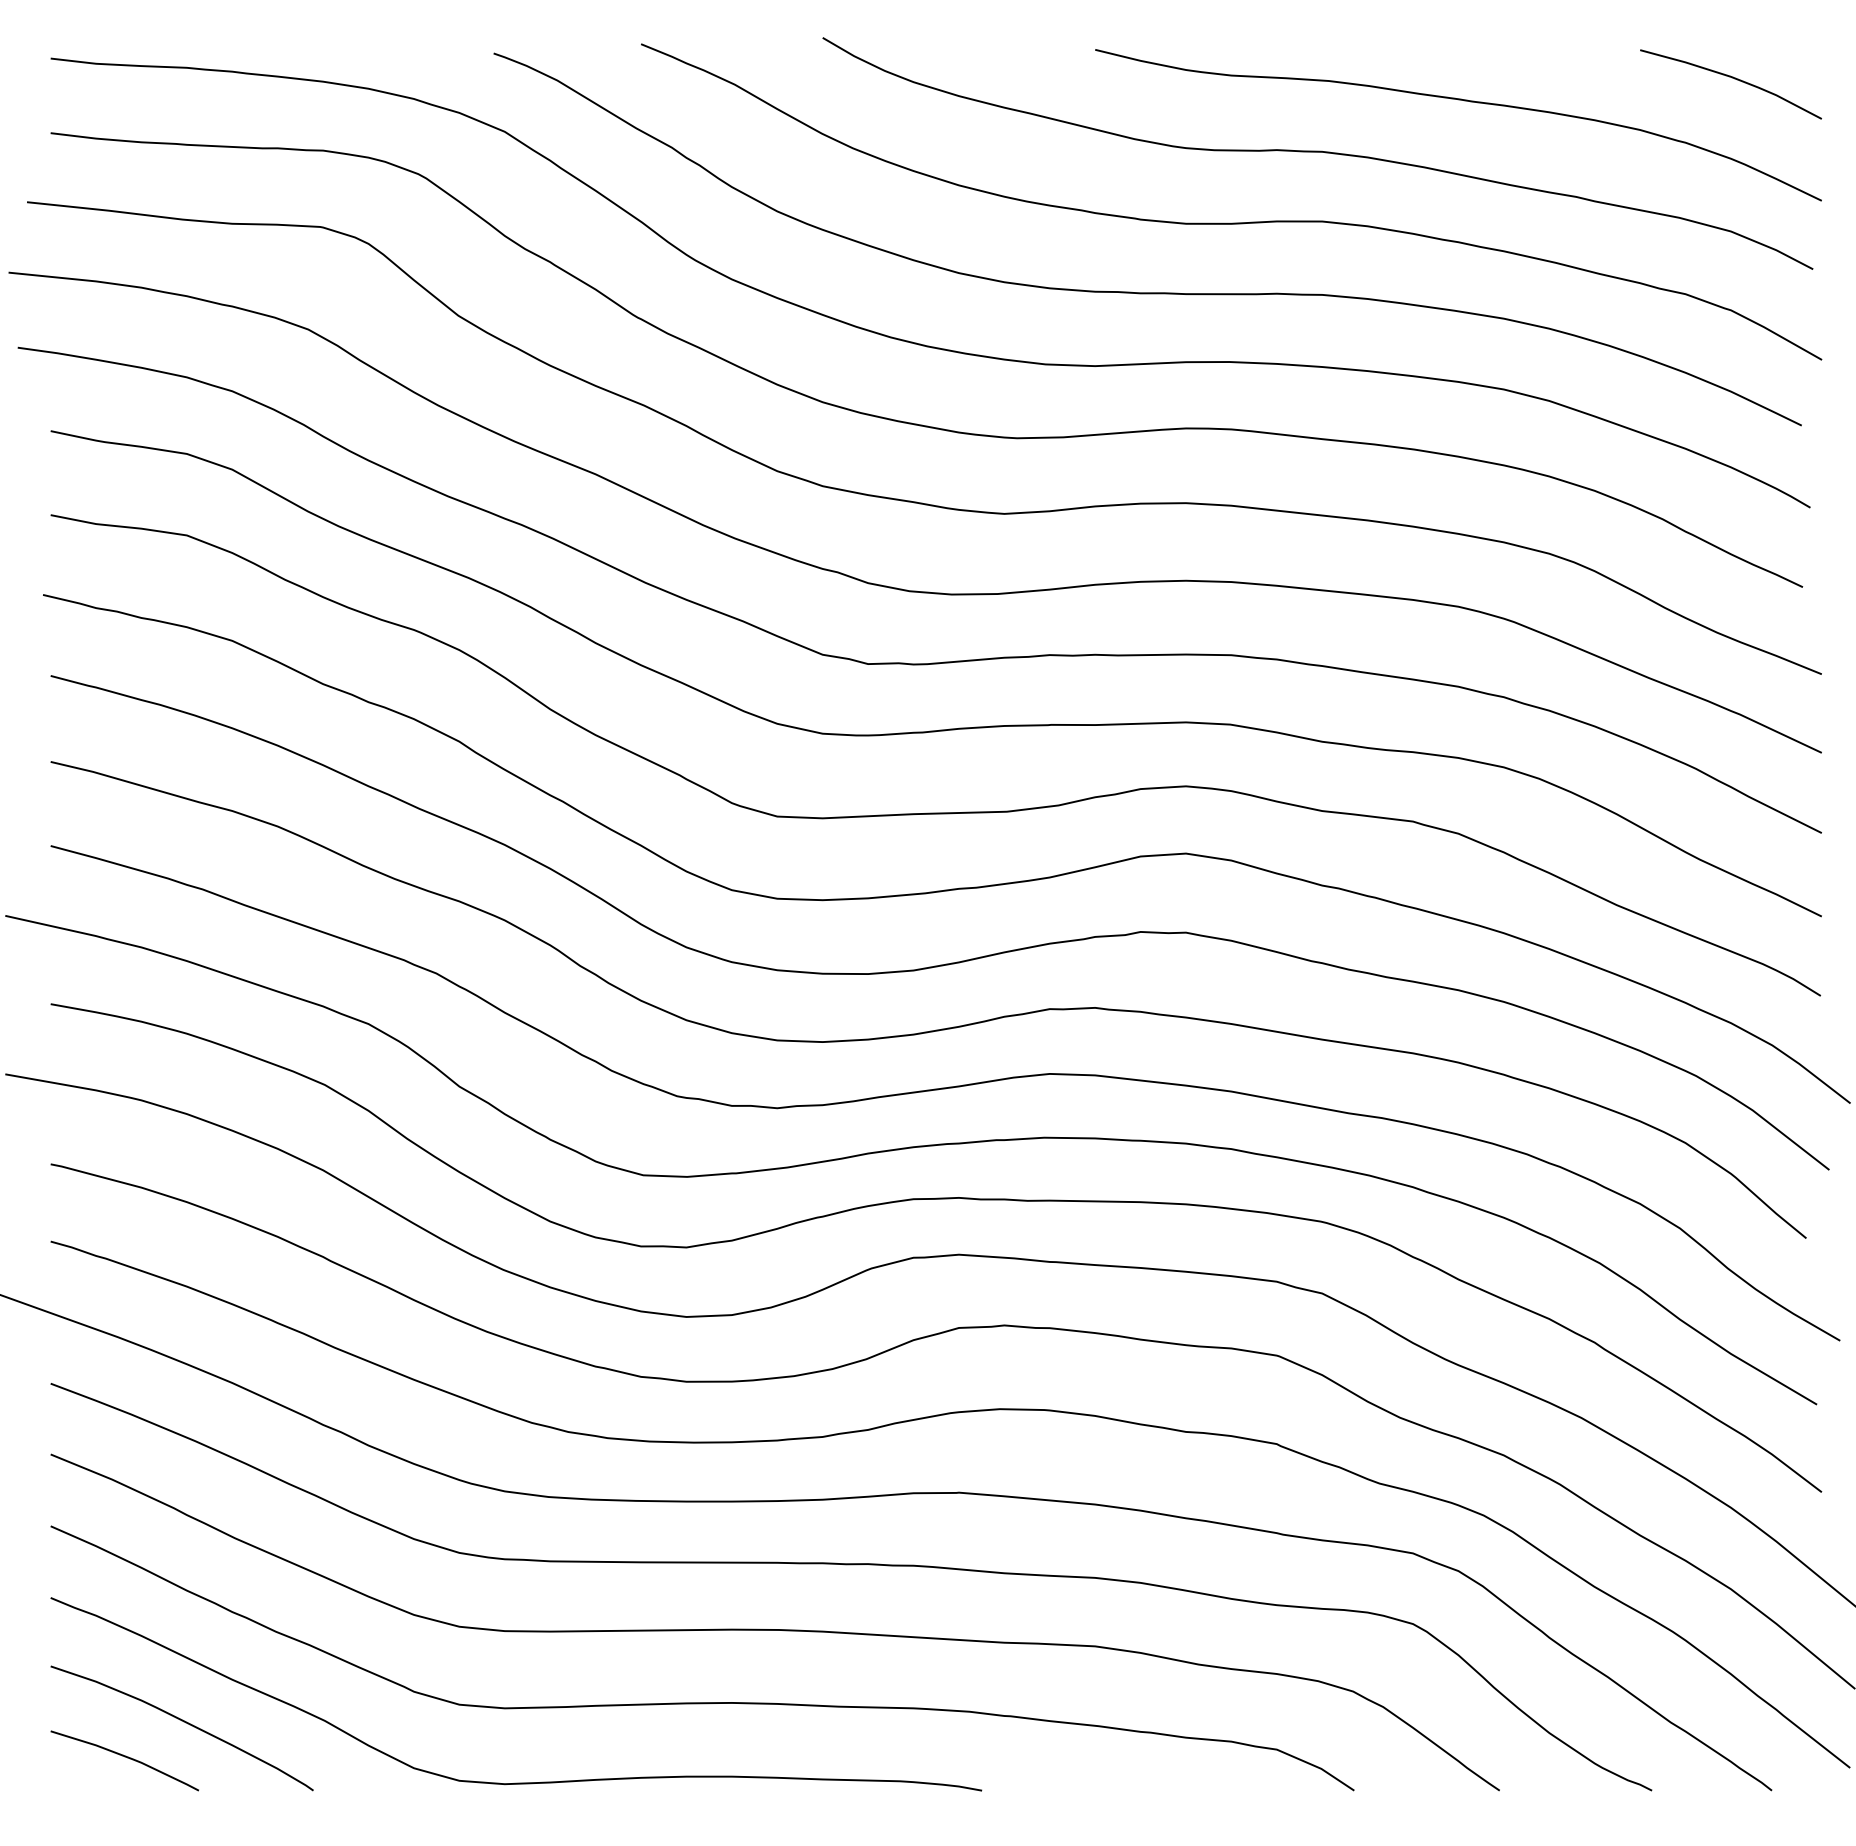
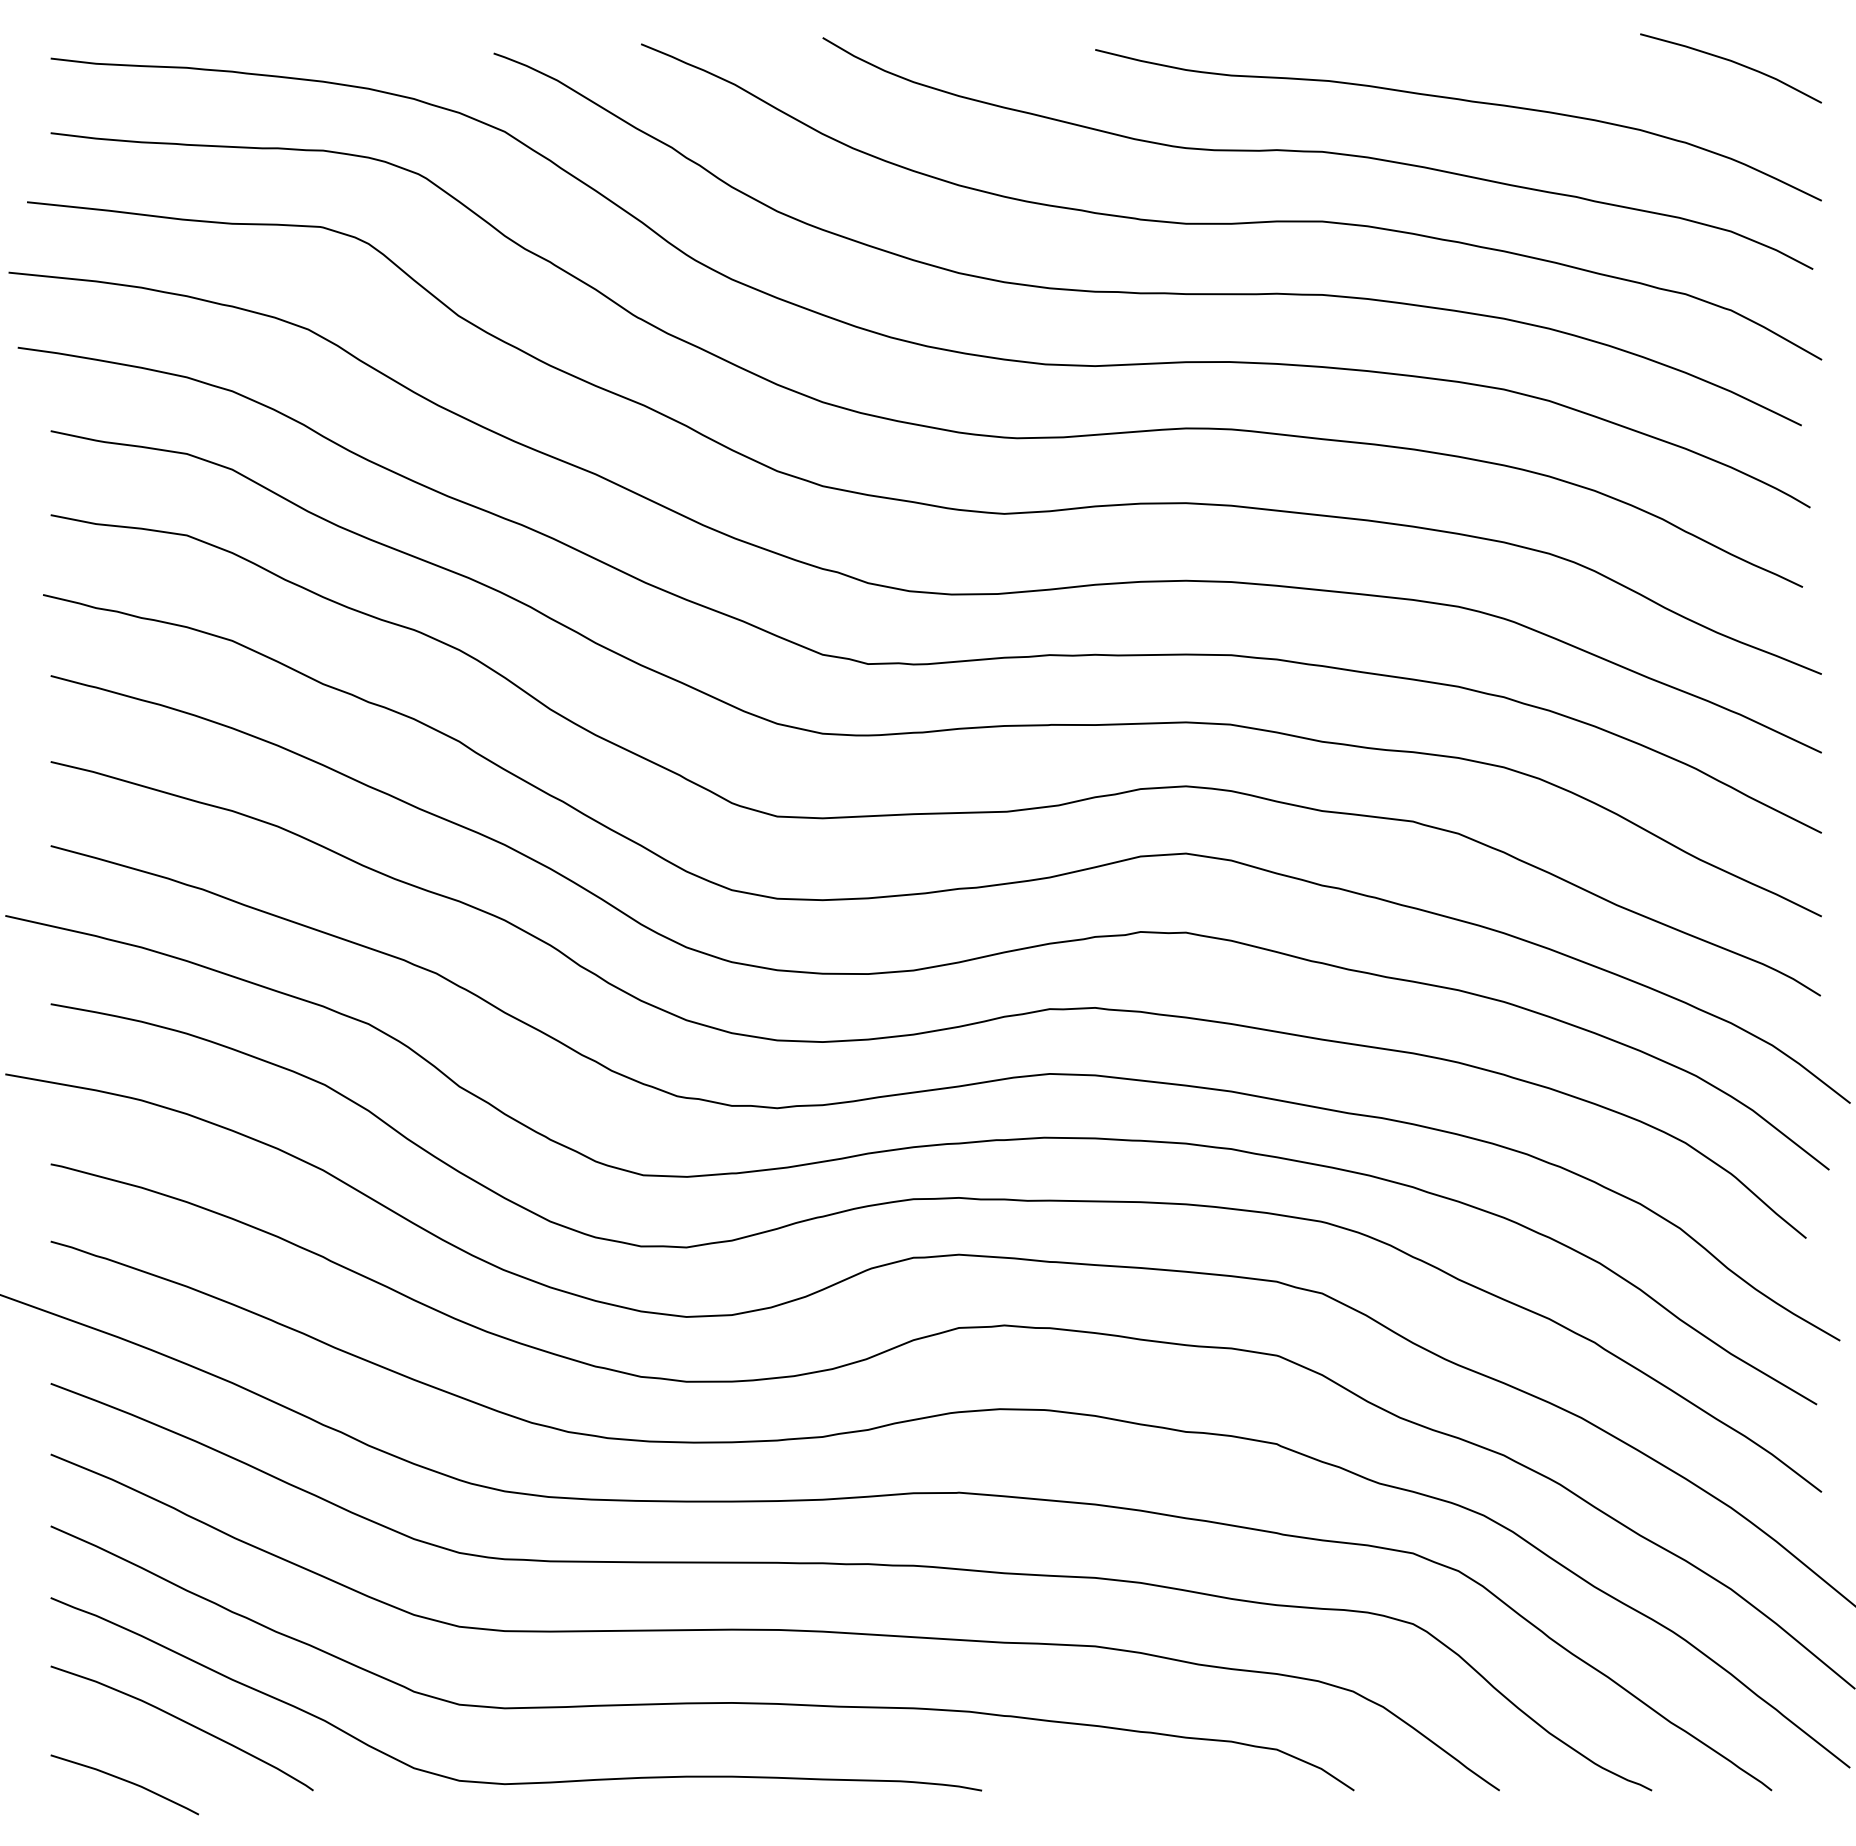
curve at (1732, 78) position: (1732, 78) -> (1732, 62)
curve at (124, 1757) position: (124, 1757) -> (124, 1781)
